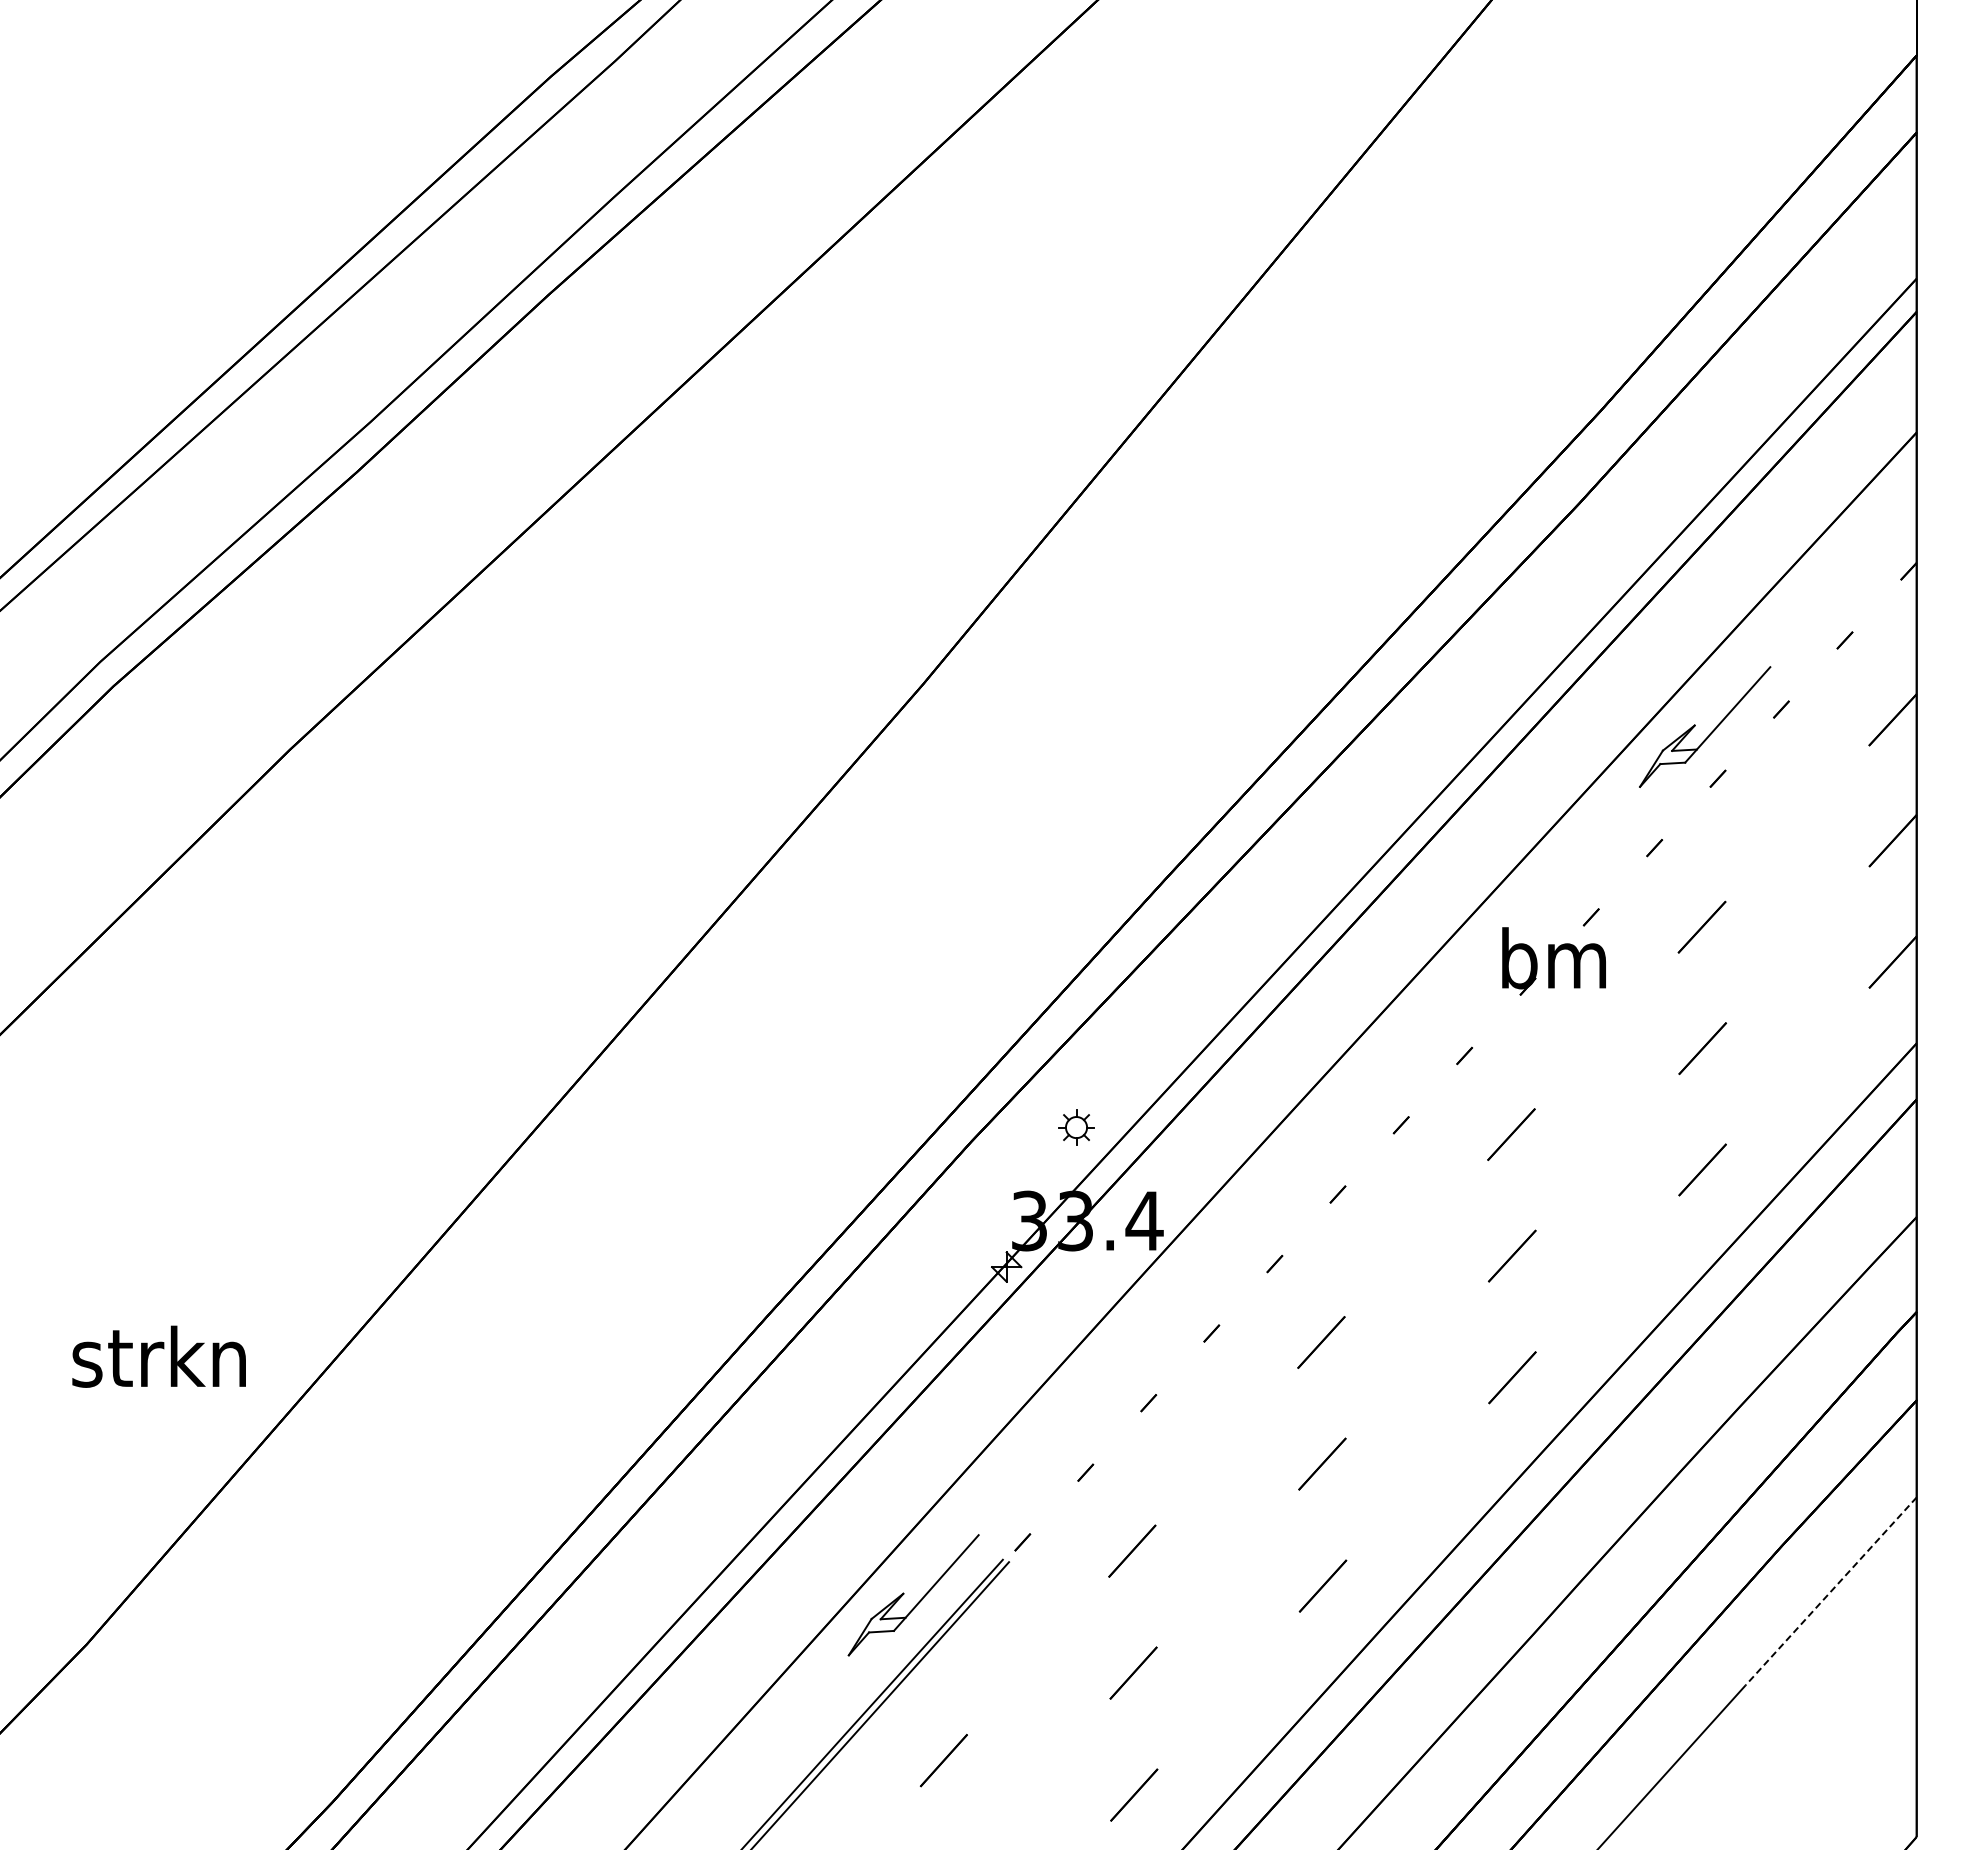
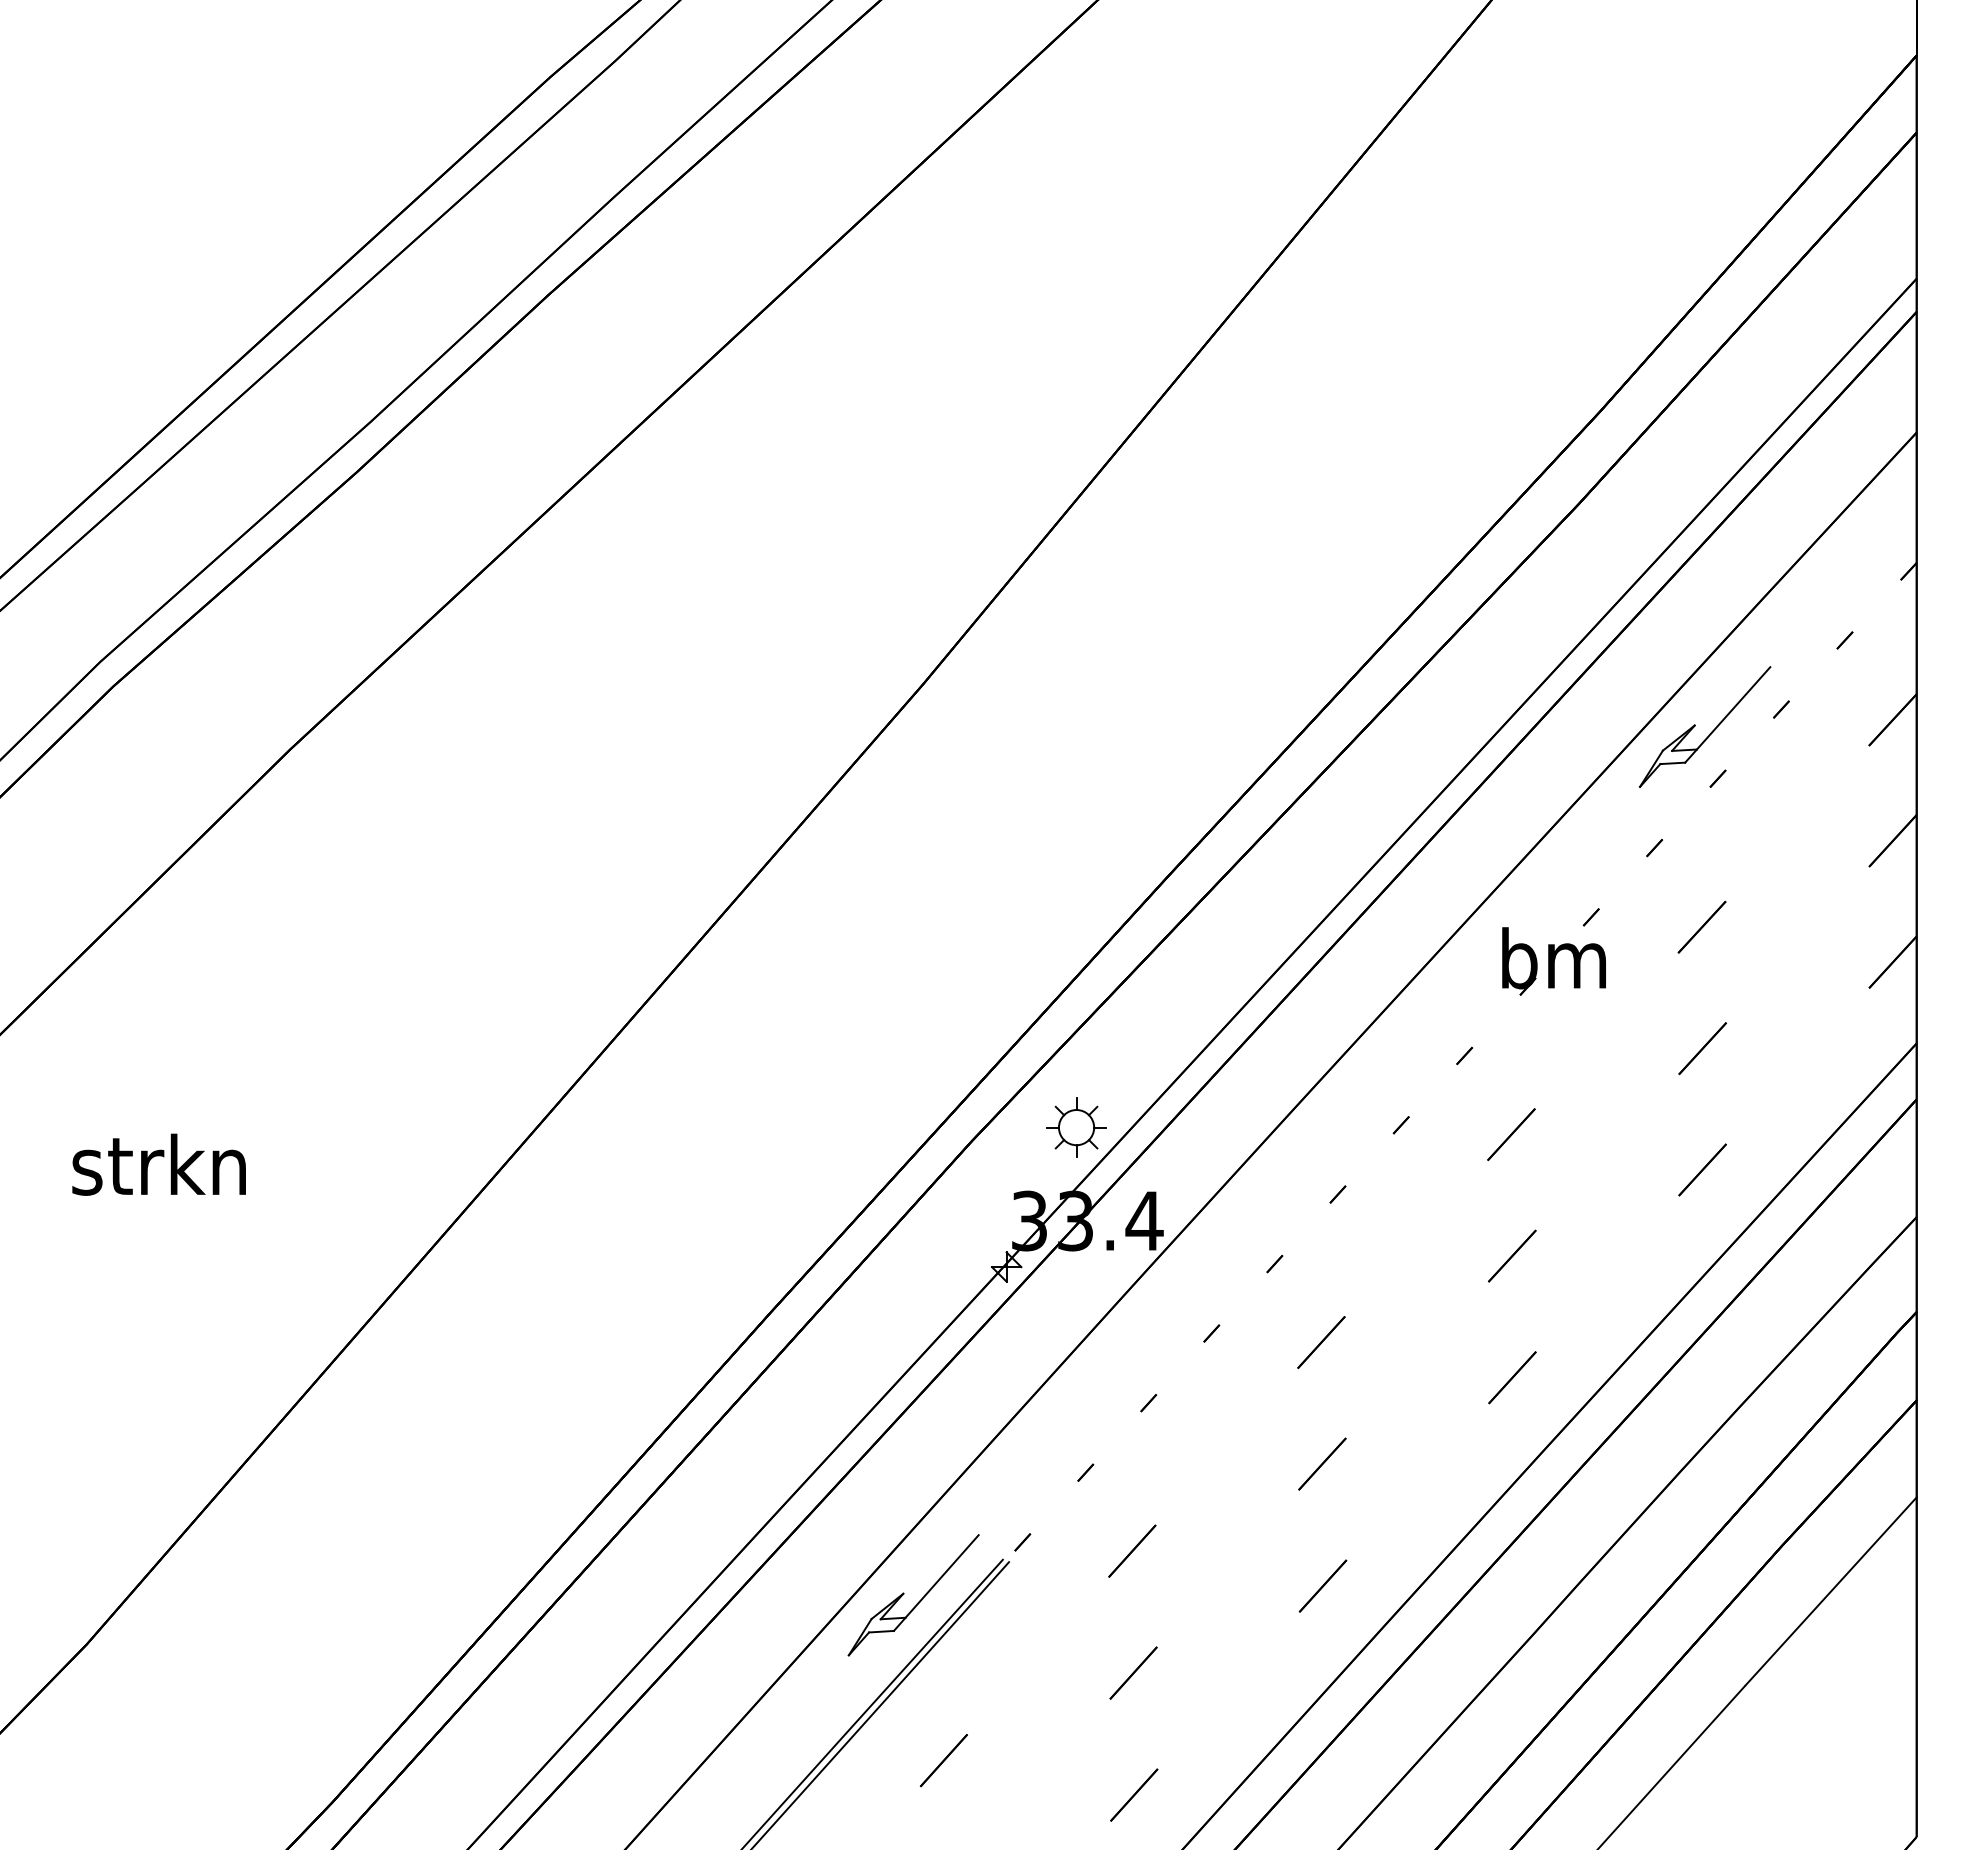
part at (1076, 1127) size: 37x37 px -> 61x61 px
text at (158, 1356) position: (158, 1356) -> (158, 1164)
line at (1830, 1591): dashed -> solid
